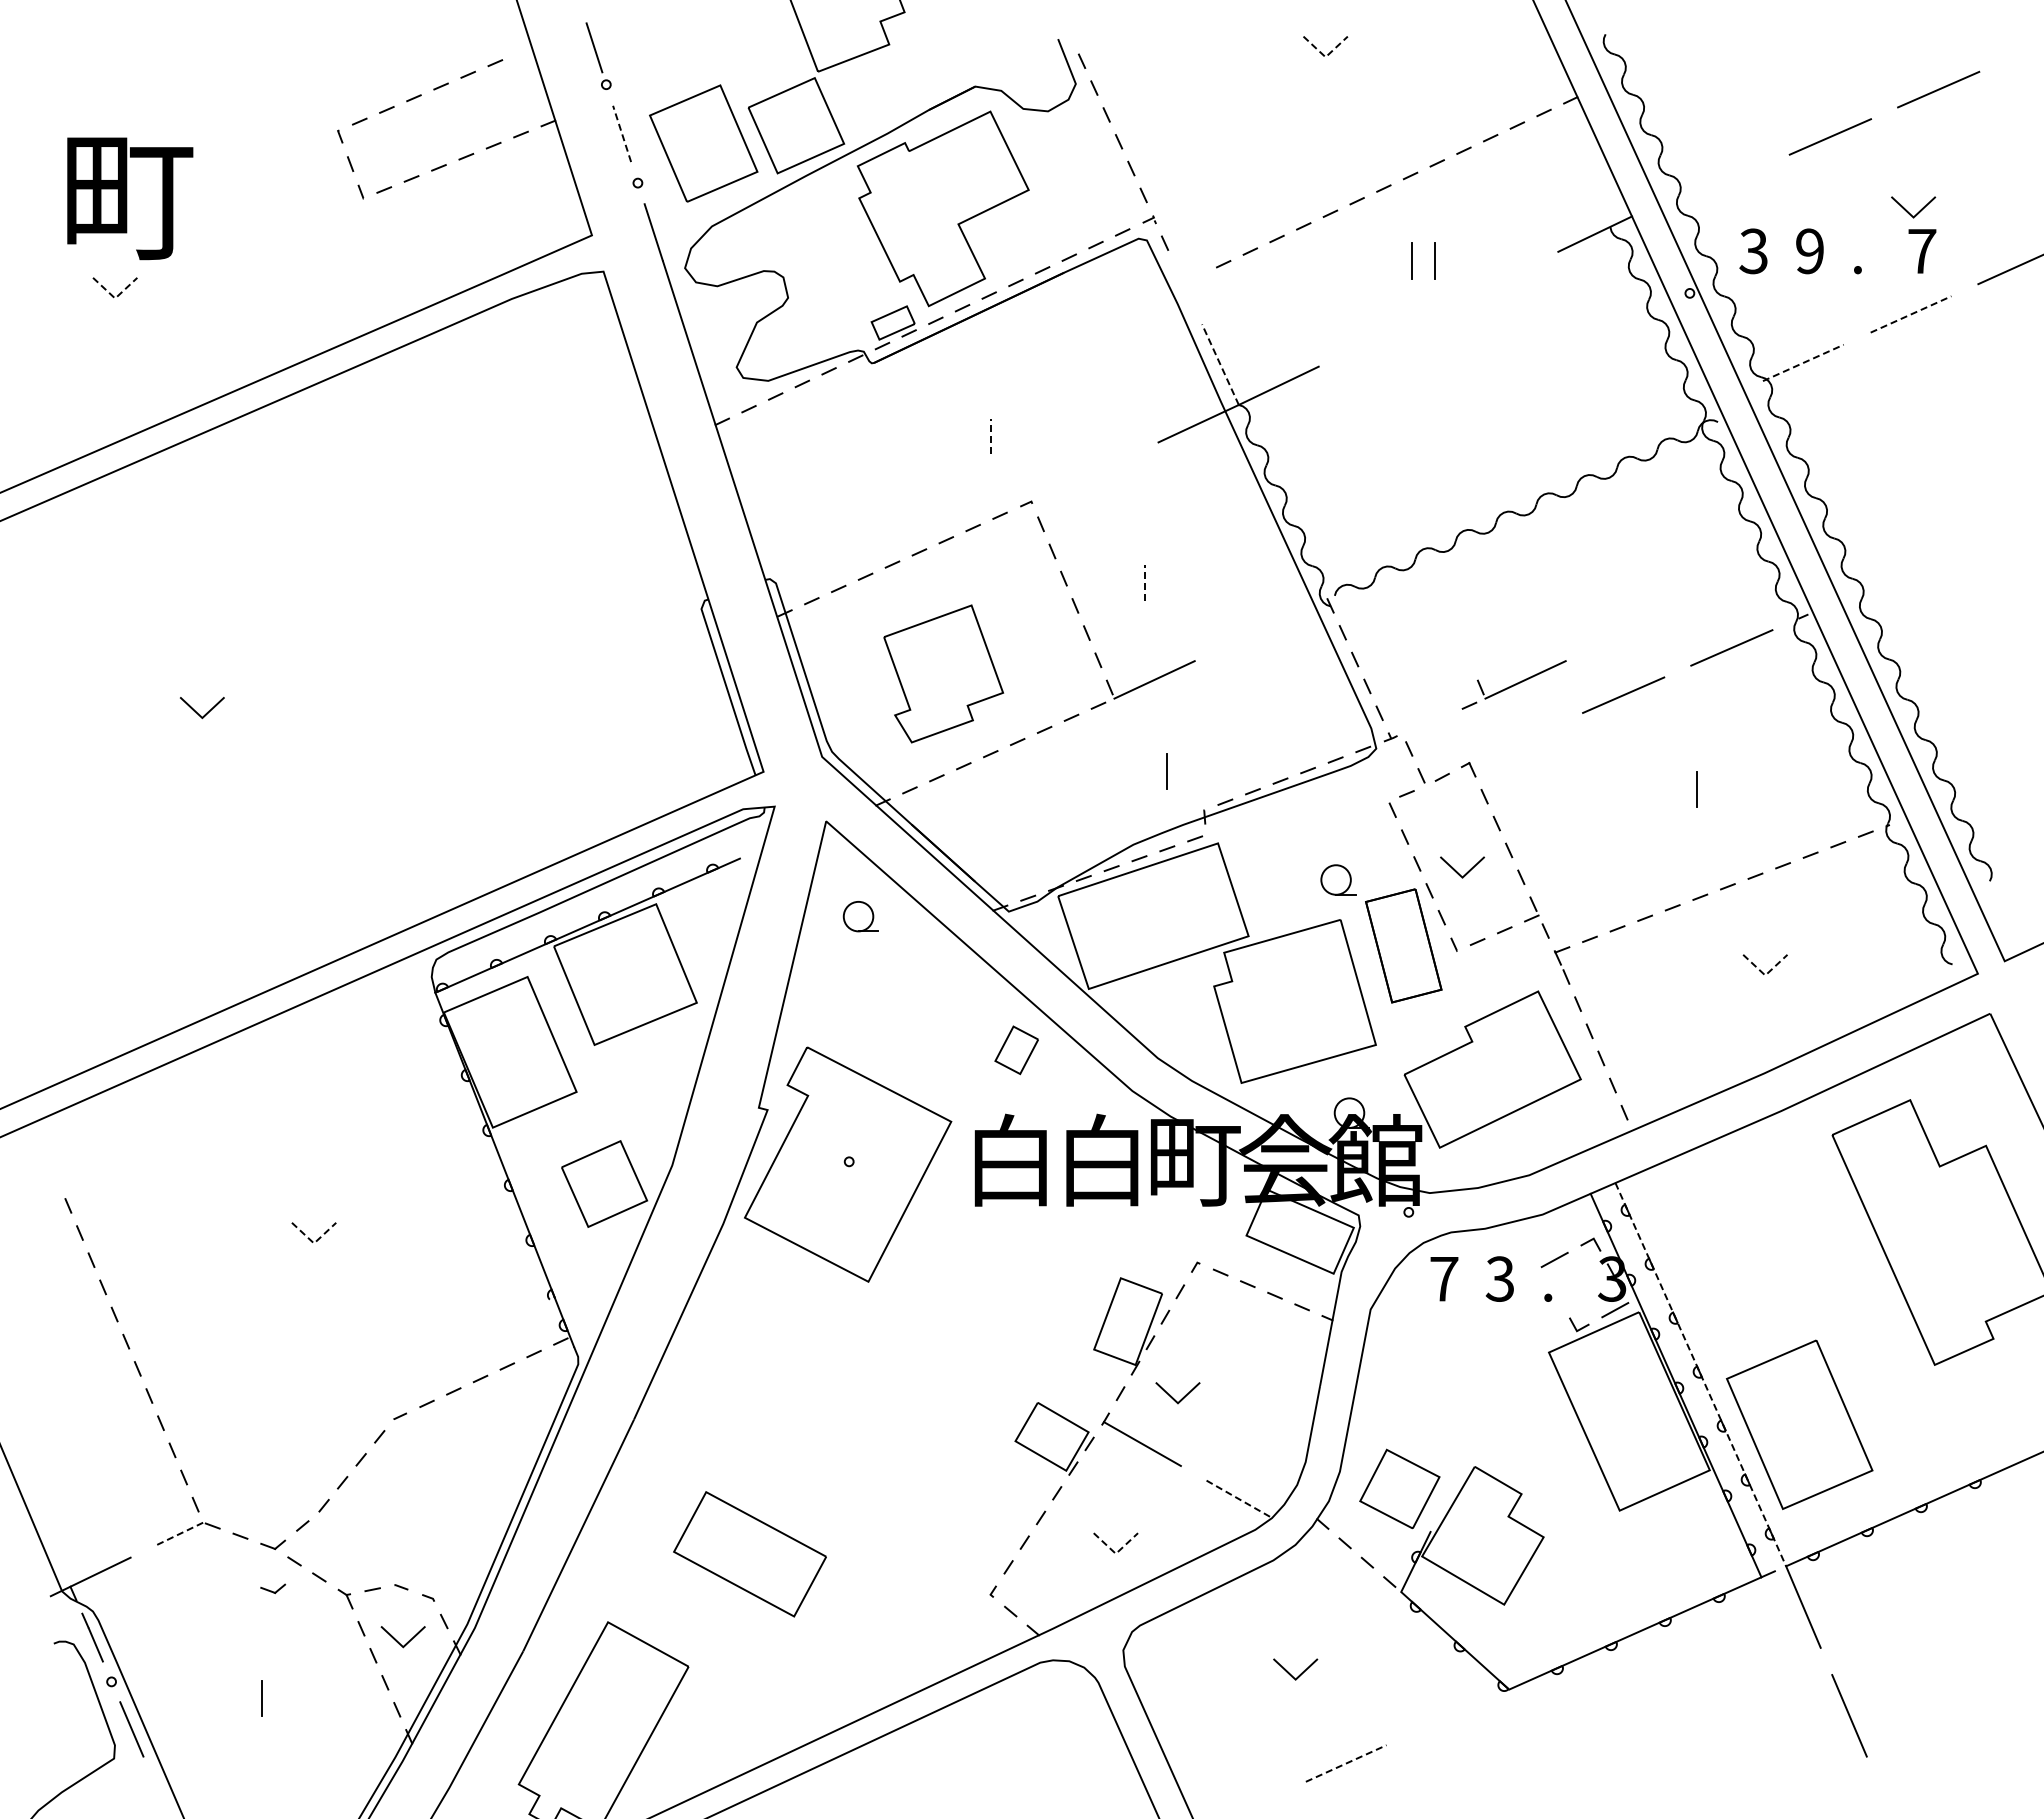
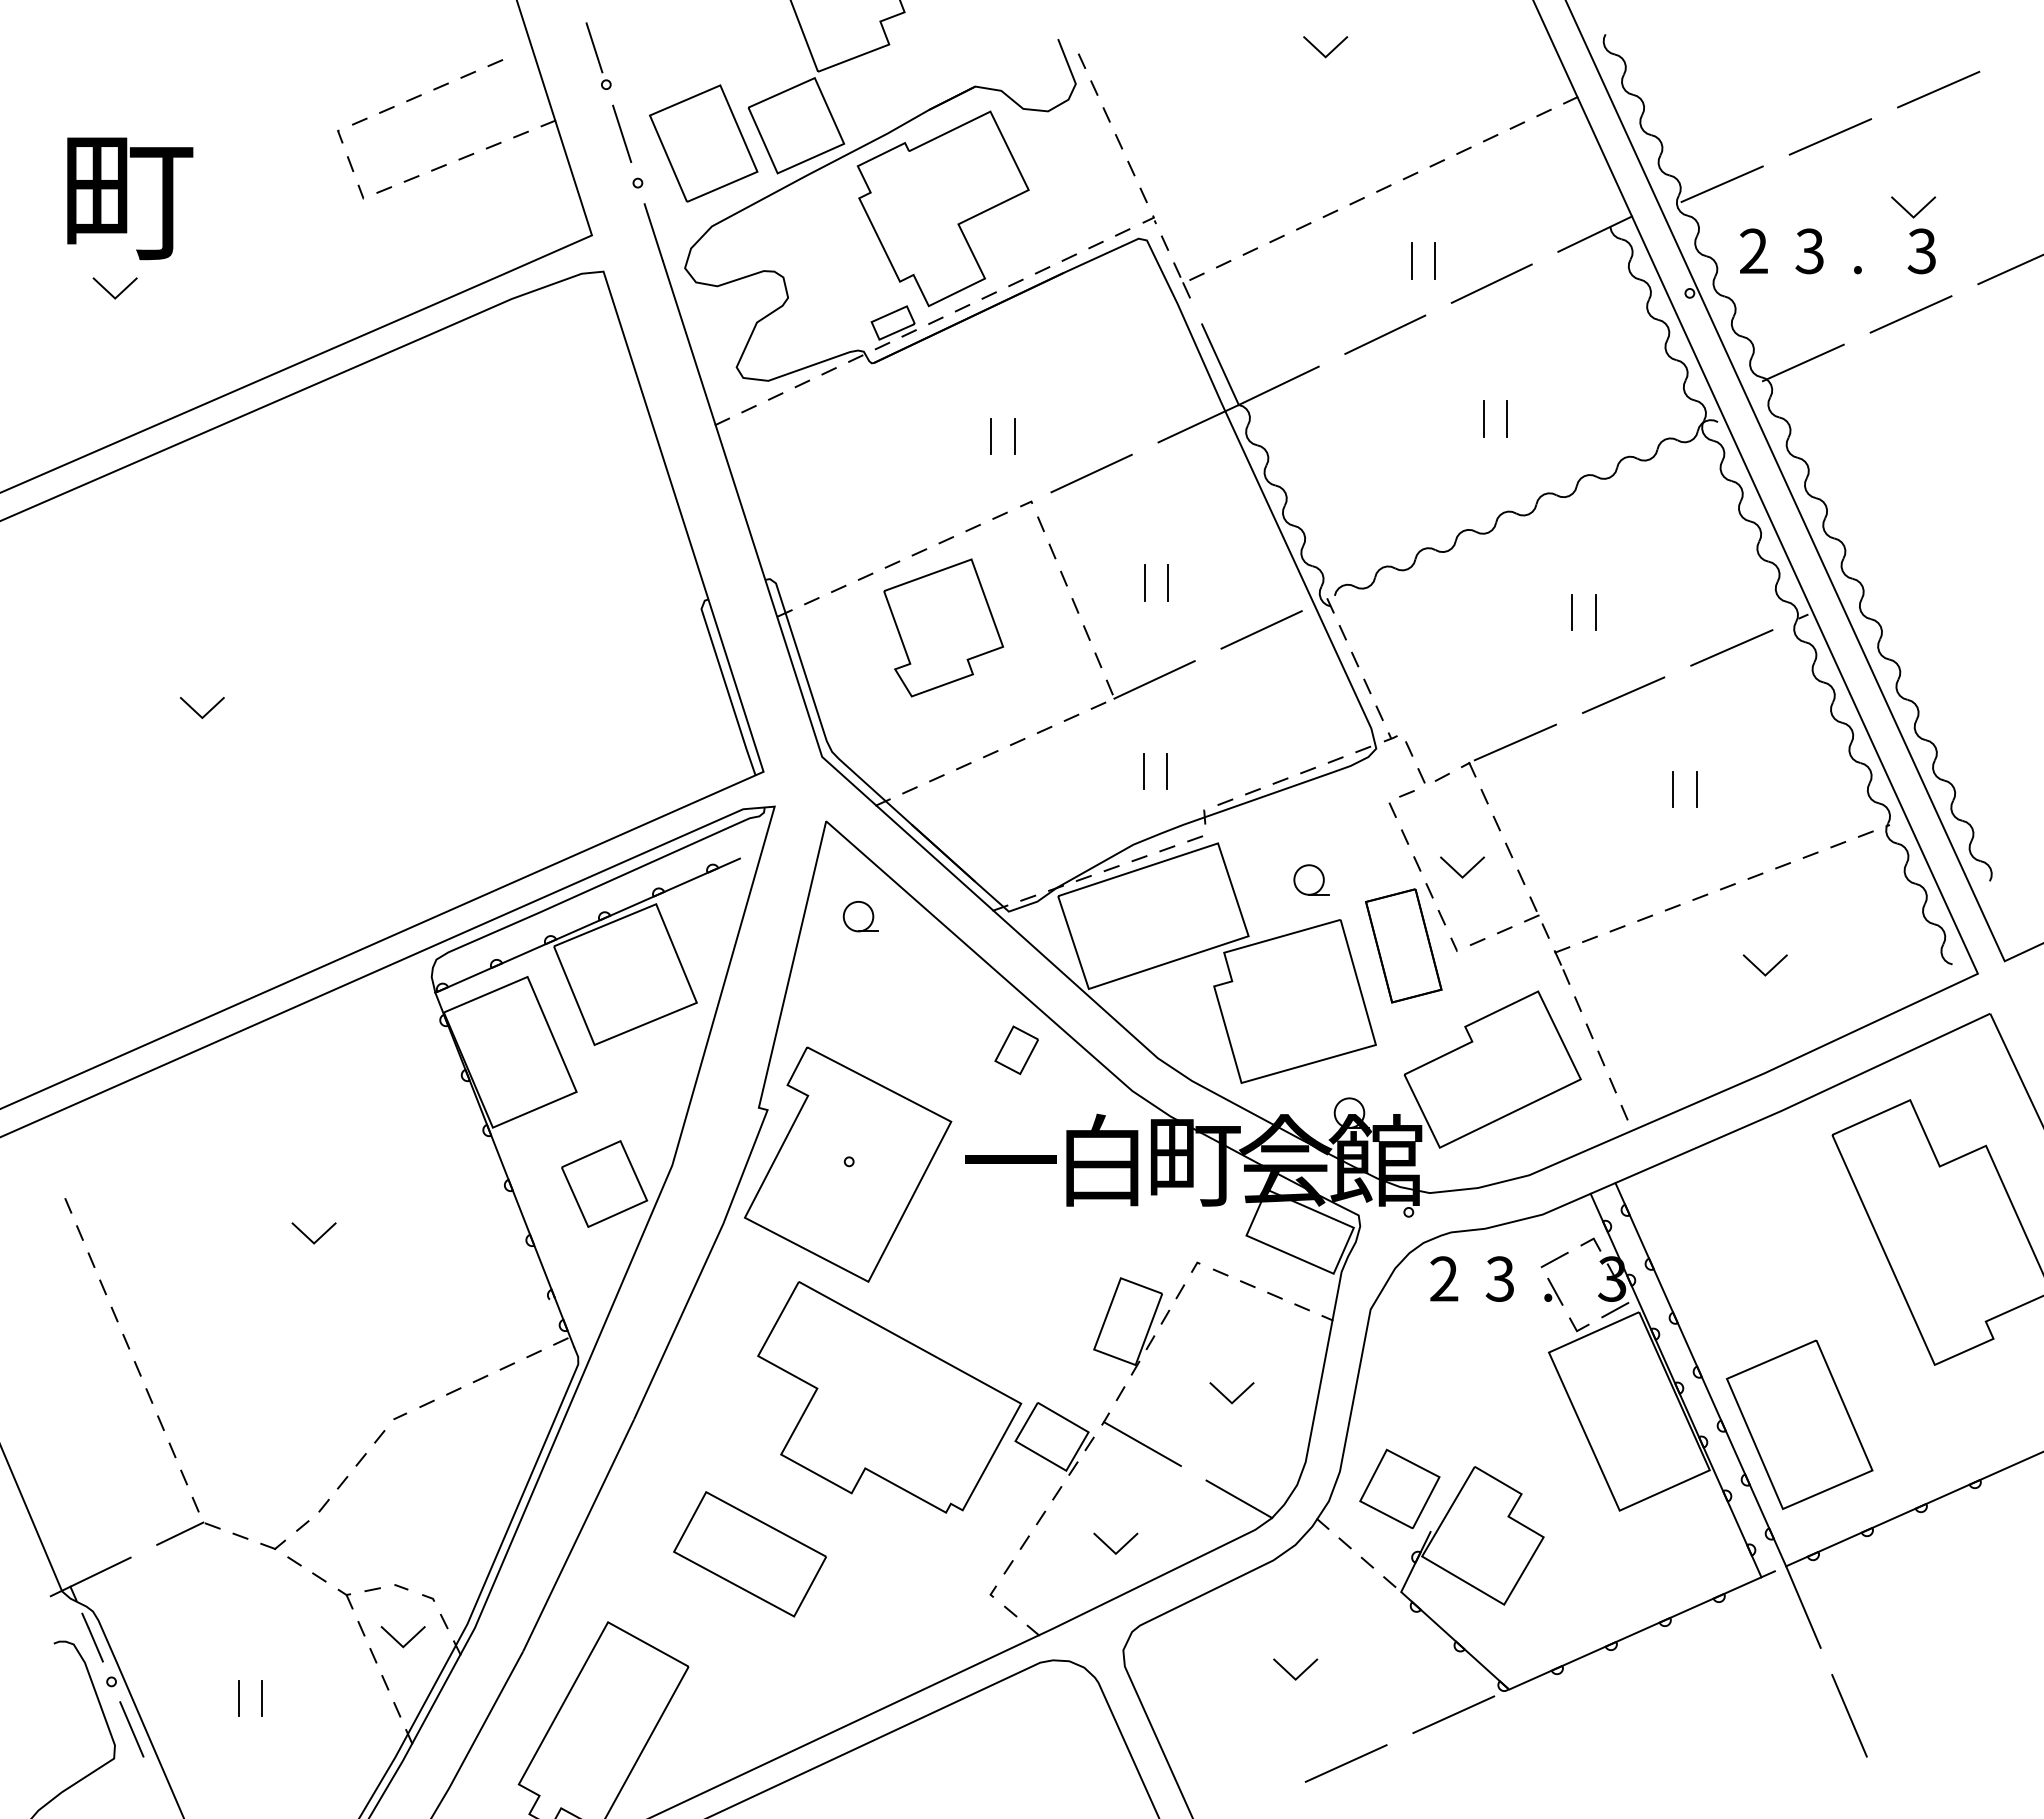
line at (1325, 57): dashed -> solid
line at (622, 133): dashed -> solid
line at (1721, 183): none -> present
text at (1753, 251): 3 -> 2
text at (1809, 251): 9 -> 3
text at (1921, 251): 7 -> 3
part at (1188, 280): none -> present
line at (1491, 283): none -> present
line at (115, 298): dashed -> solid
line at (1911, 314): dashed -> solid
line at (1385, 334): none -> present
line at (1803, 362): dashed -> solid
line at (1220, 364): dashed -> solid
line at (1483, 418): none -> present
line at (1507, 418): none -> present
line at (991, 436): dashed -> solid
line at (1014, 436): none -> present
line at (1091, 473): none -> present
line at (1144, 582): dashed -> solid
line at (1168, 582): none -> present
line at (1571, 611): none -> present
line at (1595, 611): none -> present
line at (1261, 629): none -> present
part at (943, 673) position: (943, 673) -> (943, 627)
part at (1513, 684): present -> none
line at (1514, 742): none -> present
line at (1143, 770): none -> present
line at (1672, 789): none -> present
part at (1338, 879) position: (1338, 879) -> (1311, 879)
line at (1765, 975): dashed -> solid
text at (1010, 1159): 白 -> 一
line at (314, 1243): dashed -> solid
text at (1444, 1278): 7 -> 2
line at (1555, 1291): none -> present
line at (1700, 1374): dashed -> solid
part at (889, 1397): none -> present
line at (1173, 1397) position: (1173, 1397) -> (1227, 1397)
line at (1239, 1499): dashed -> solid
line at (180, 1533): dashed -> solid
line at (1115, 1553): dashed -> solid
part at (273, 1588): present -> none
line at (238, 1697): none -> present
line at (1453, 1714): none -> present
line at (1346, 1763): dashed -> solid
